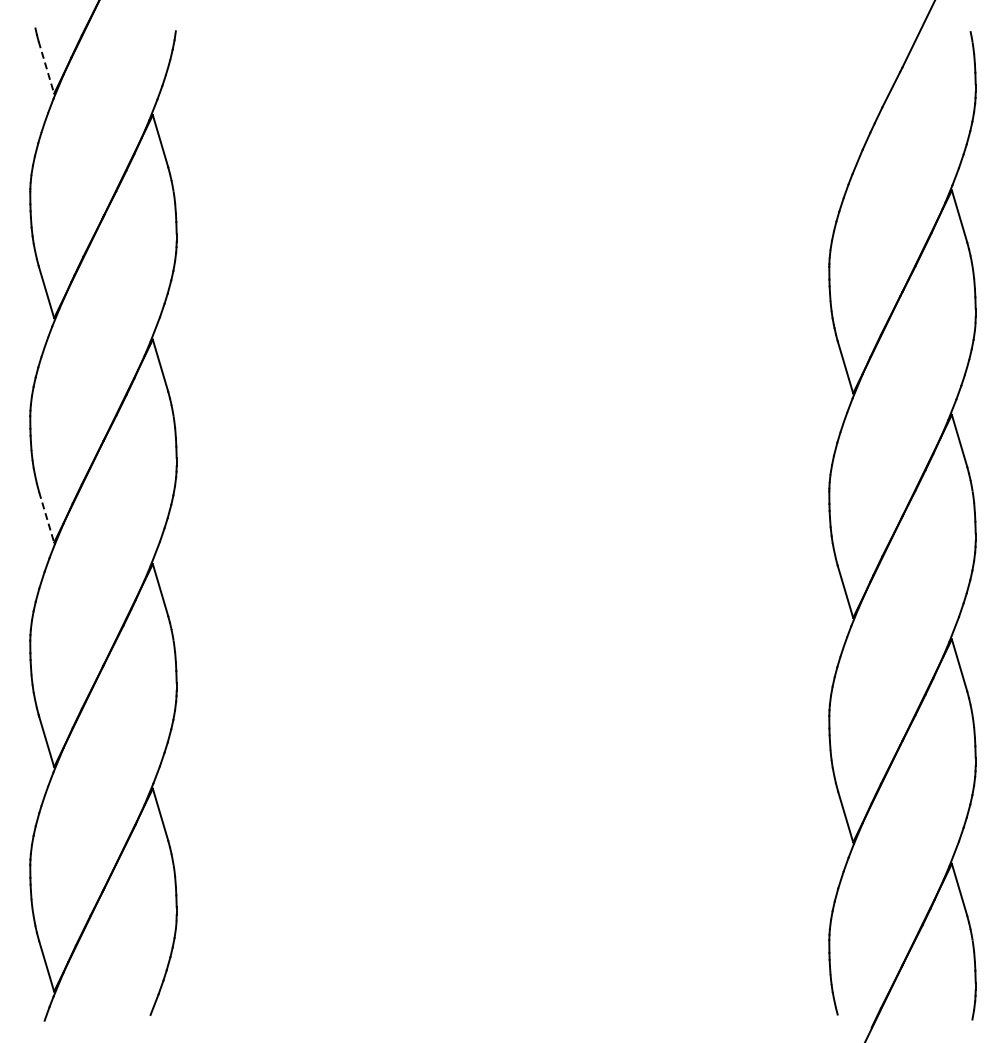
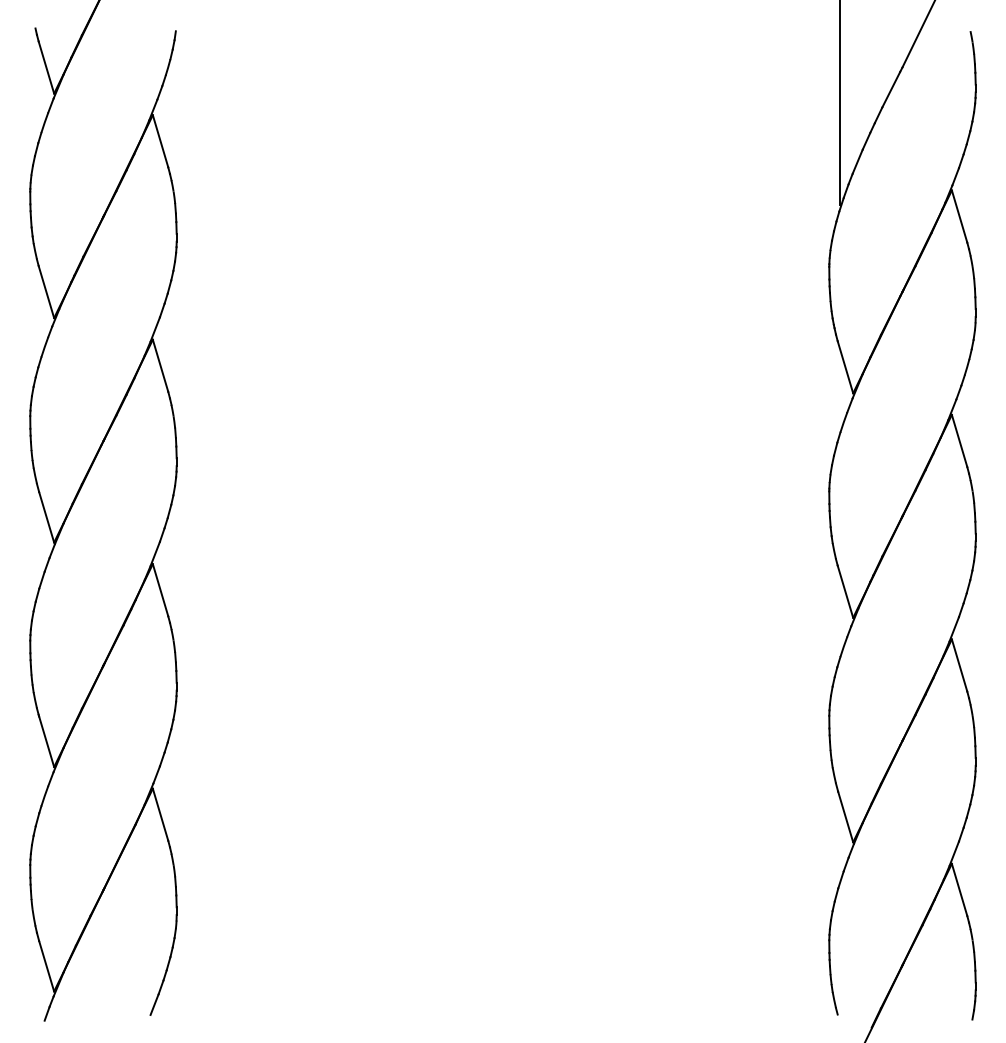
line at (46, 68): dashed -> solid
line at (839, 103): none -> present
line at (46, 517): dashed -> solid
